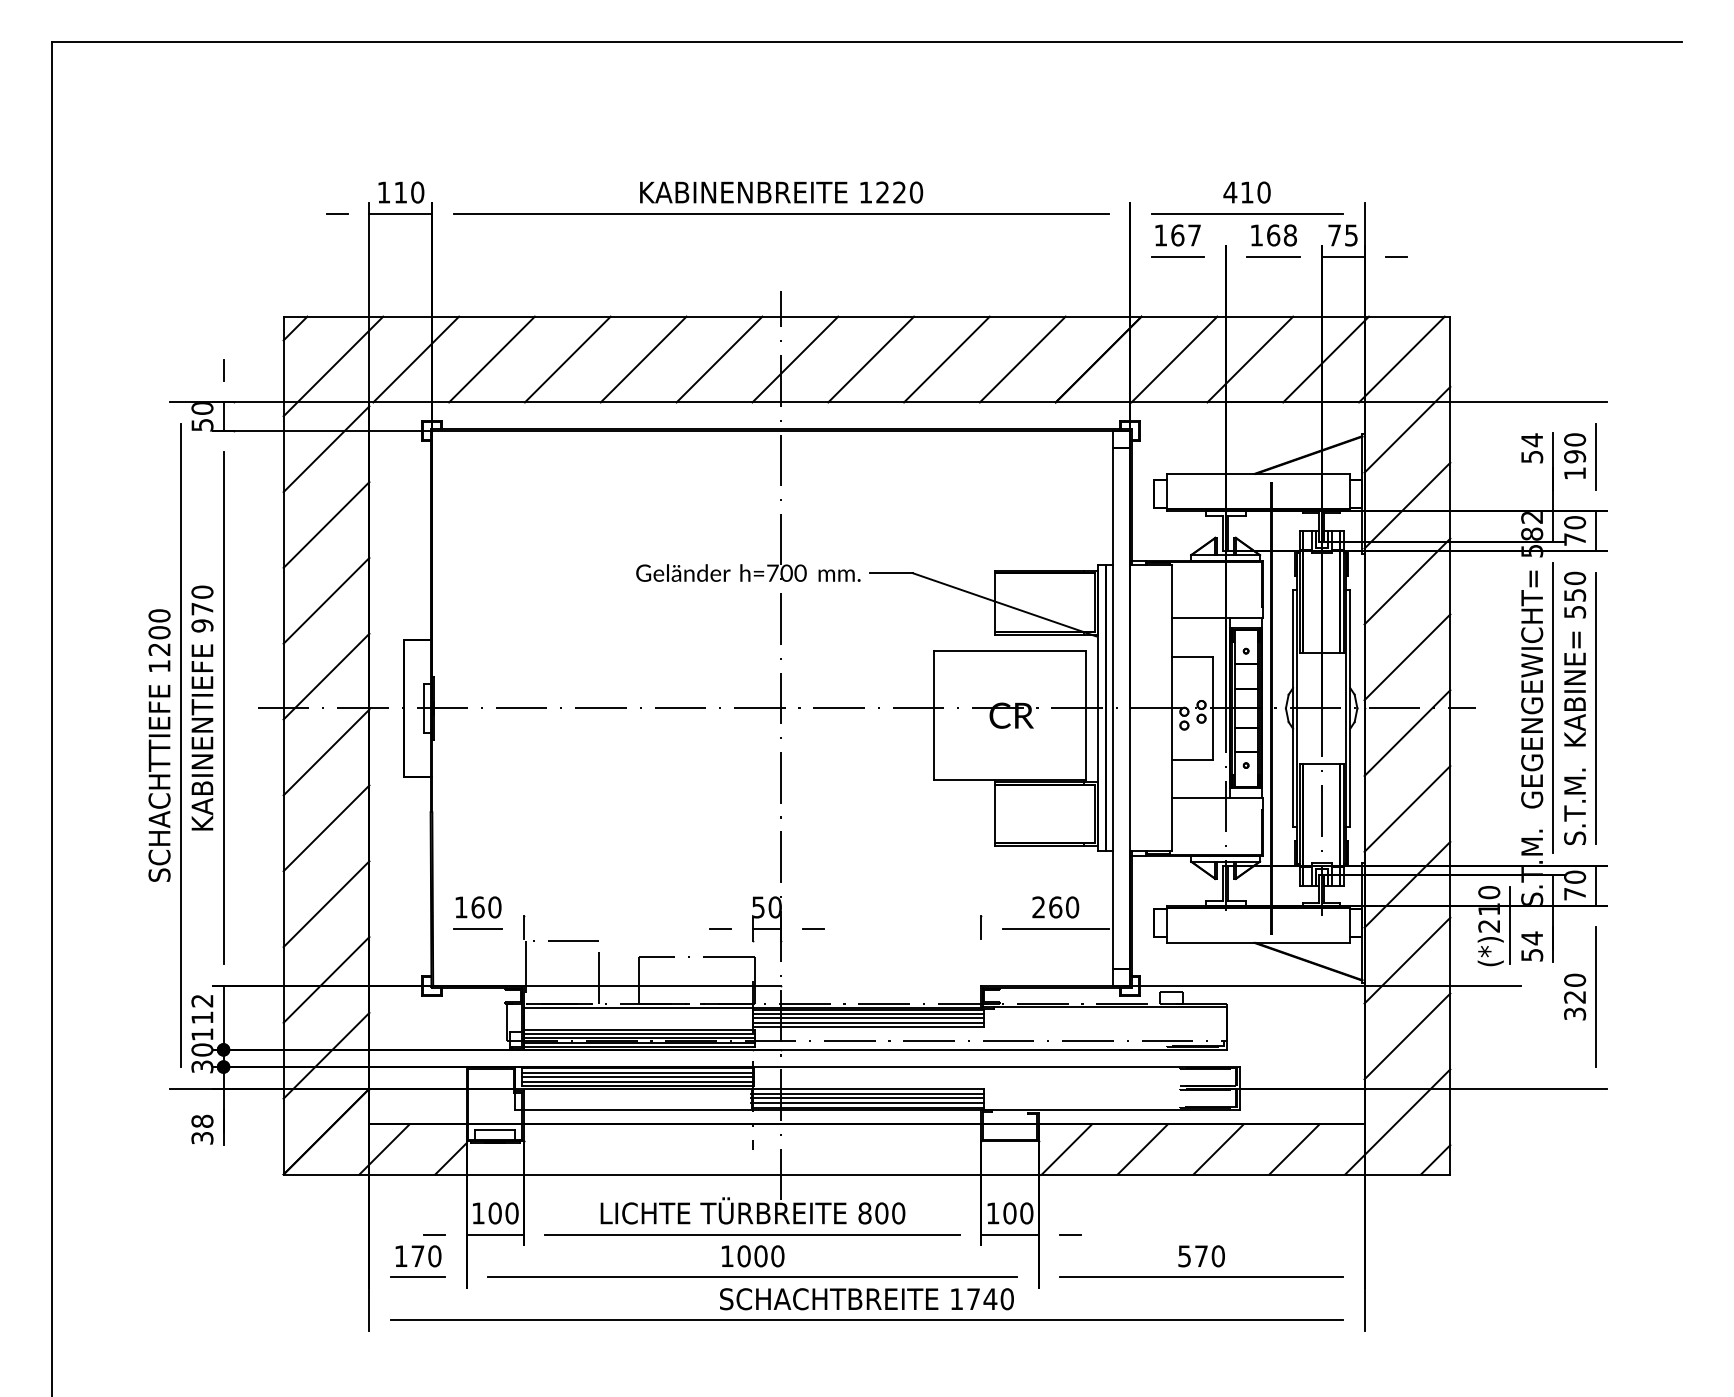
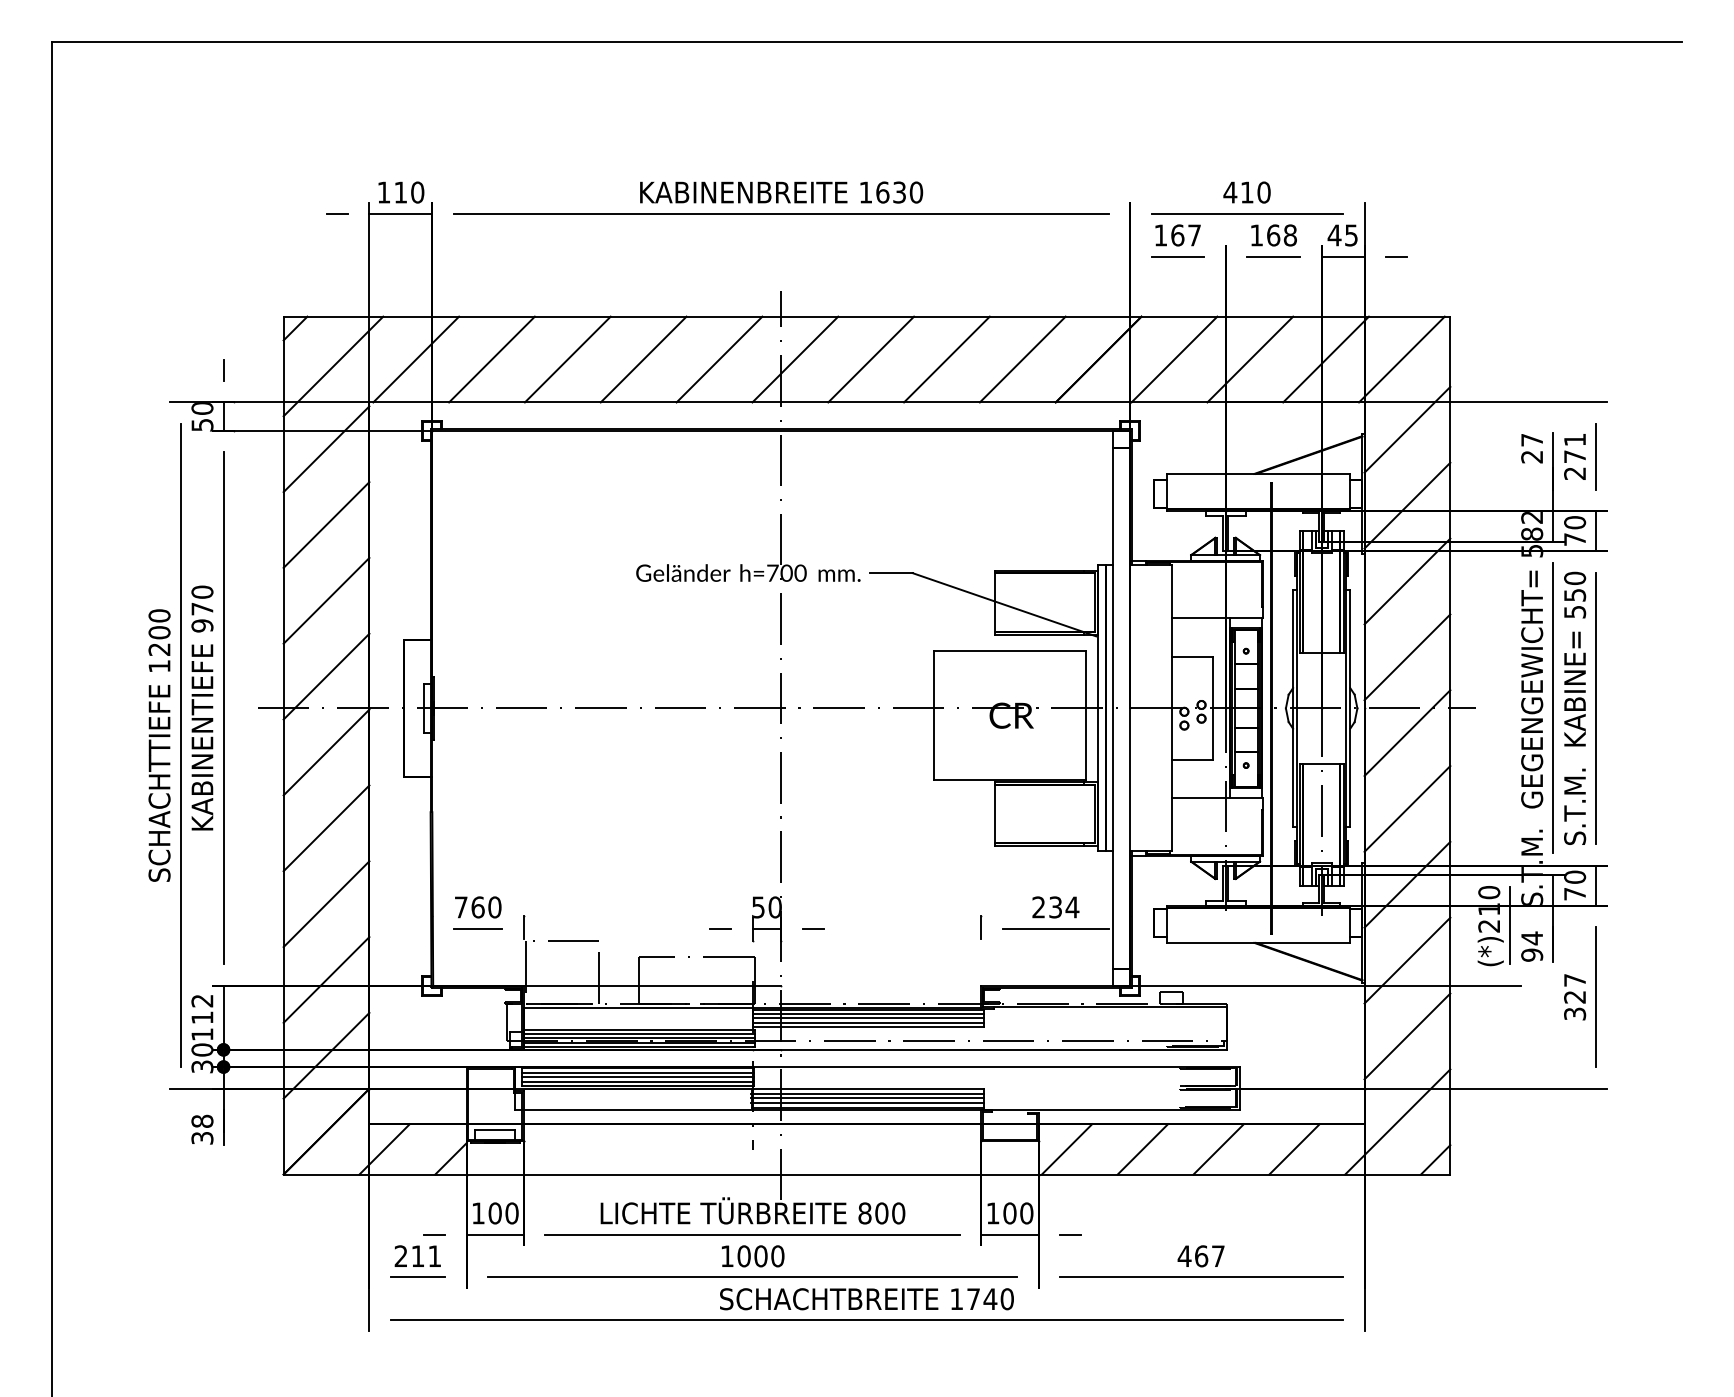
text at (890, 192): 1220 -> 1630
text at (1334, 235): 75 -> 45
text at (1532, 448): 54 -> 27
text at (1575, 456): 190 -> 271
text at (461, 907): 160 -> 760
text at (1064, 907): 260 -> 234
text at (1531, 954): 54 -> 94
text at (1575, 979): 320 -> 327
text at (417, 1256): 170 -> 211
text at (1200, 1256): 570 -> 467
